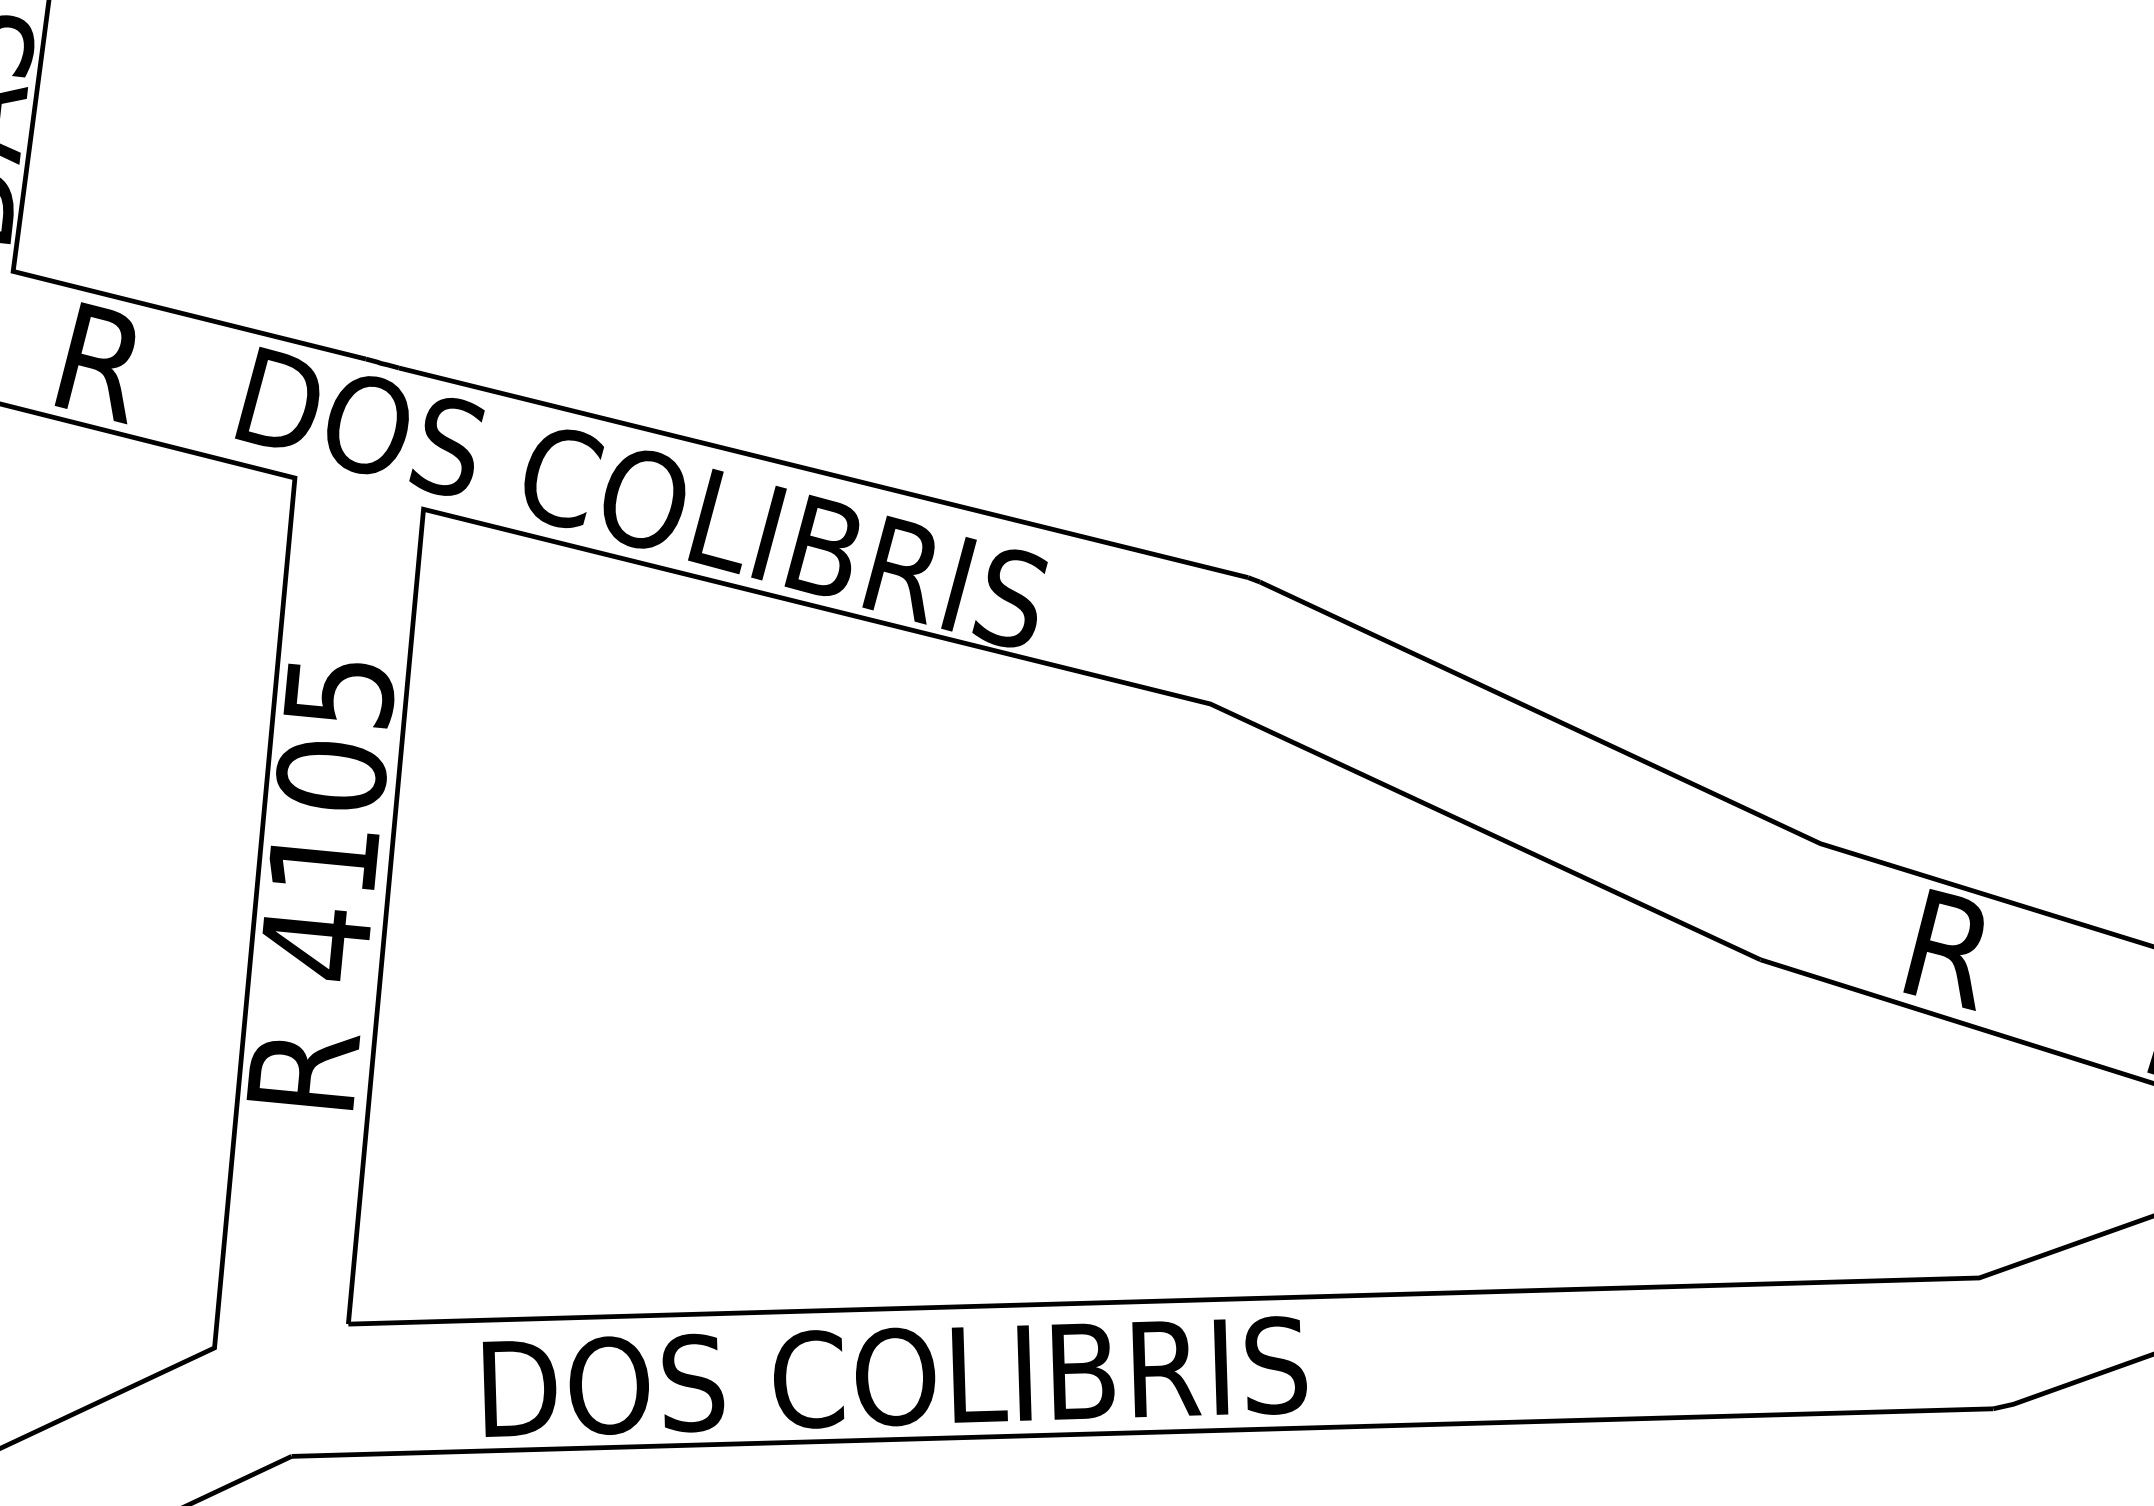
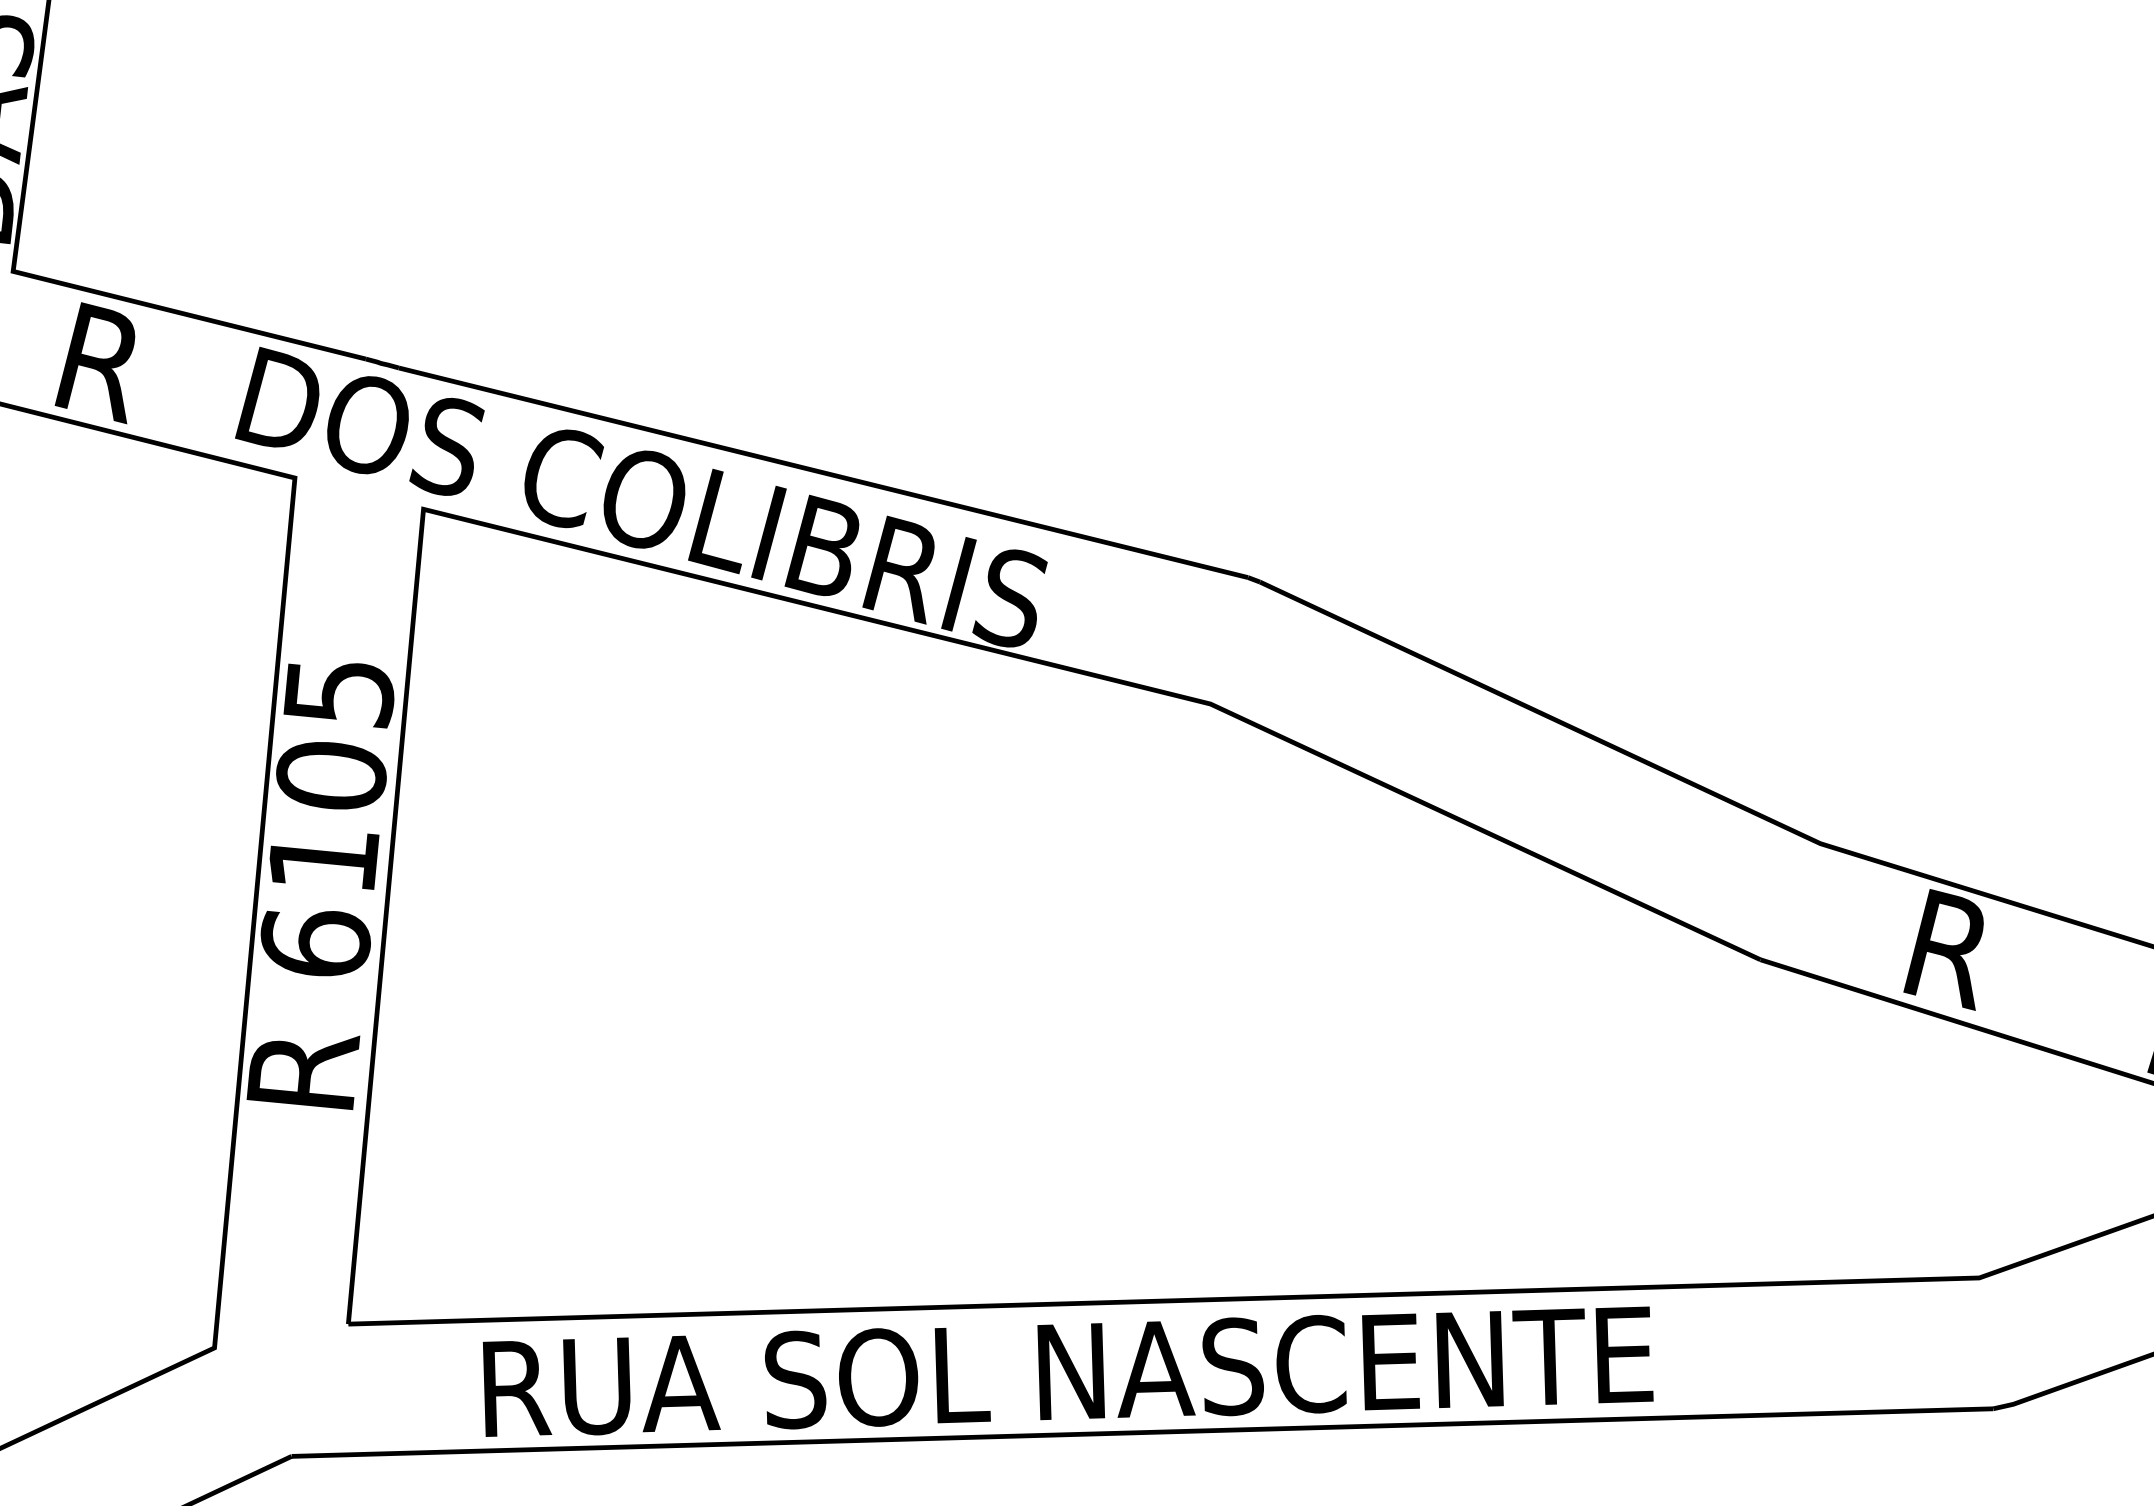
text at (315, 945): 4105 -> 6105
text at (1074, 1371): DOS COLIBRIS -> RUA SOL NASCENTE
